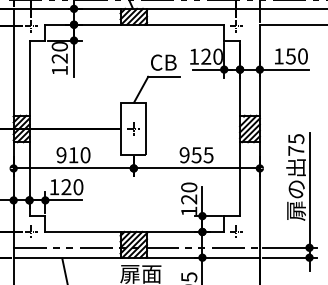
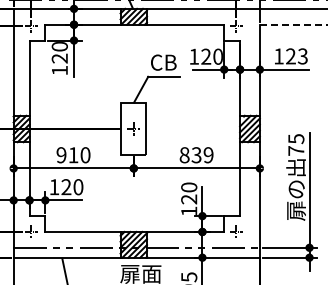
line at (293, 24): solid -> dashed
text at (296, 56): 150 -> 123
text at (196, 155): 955 -> 839
